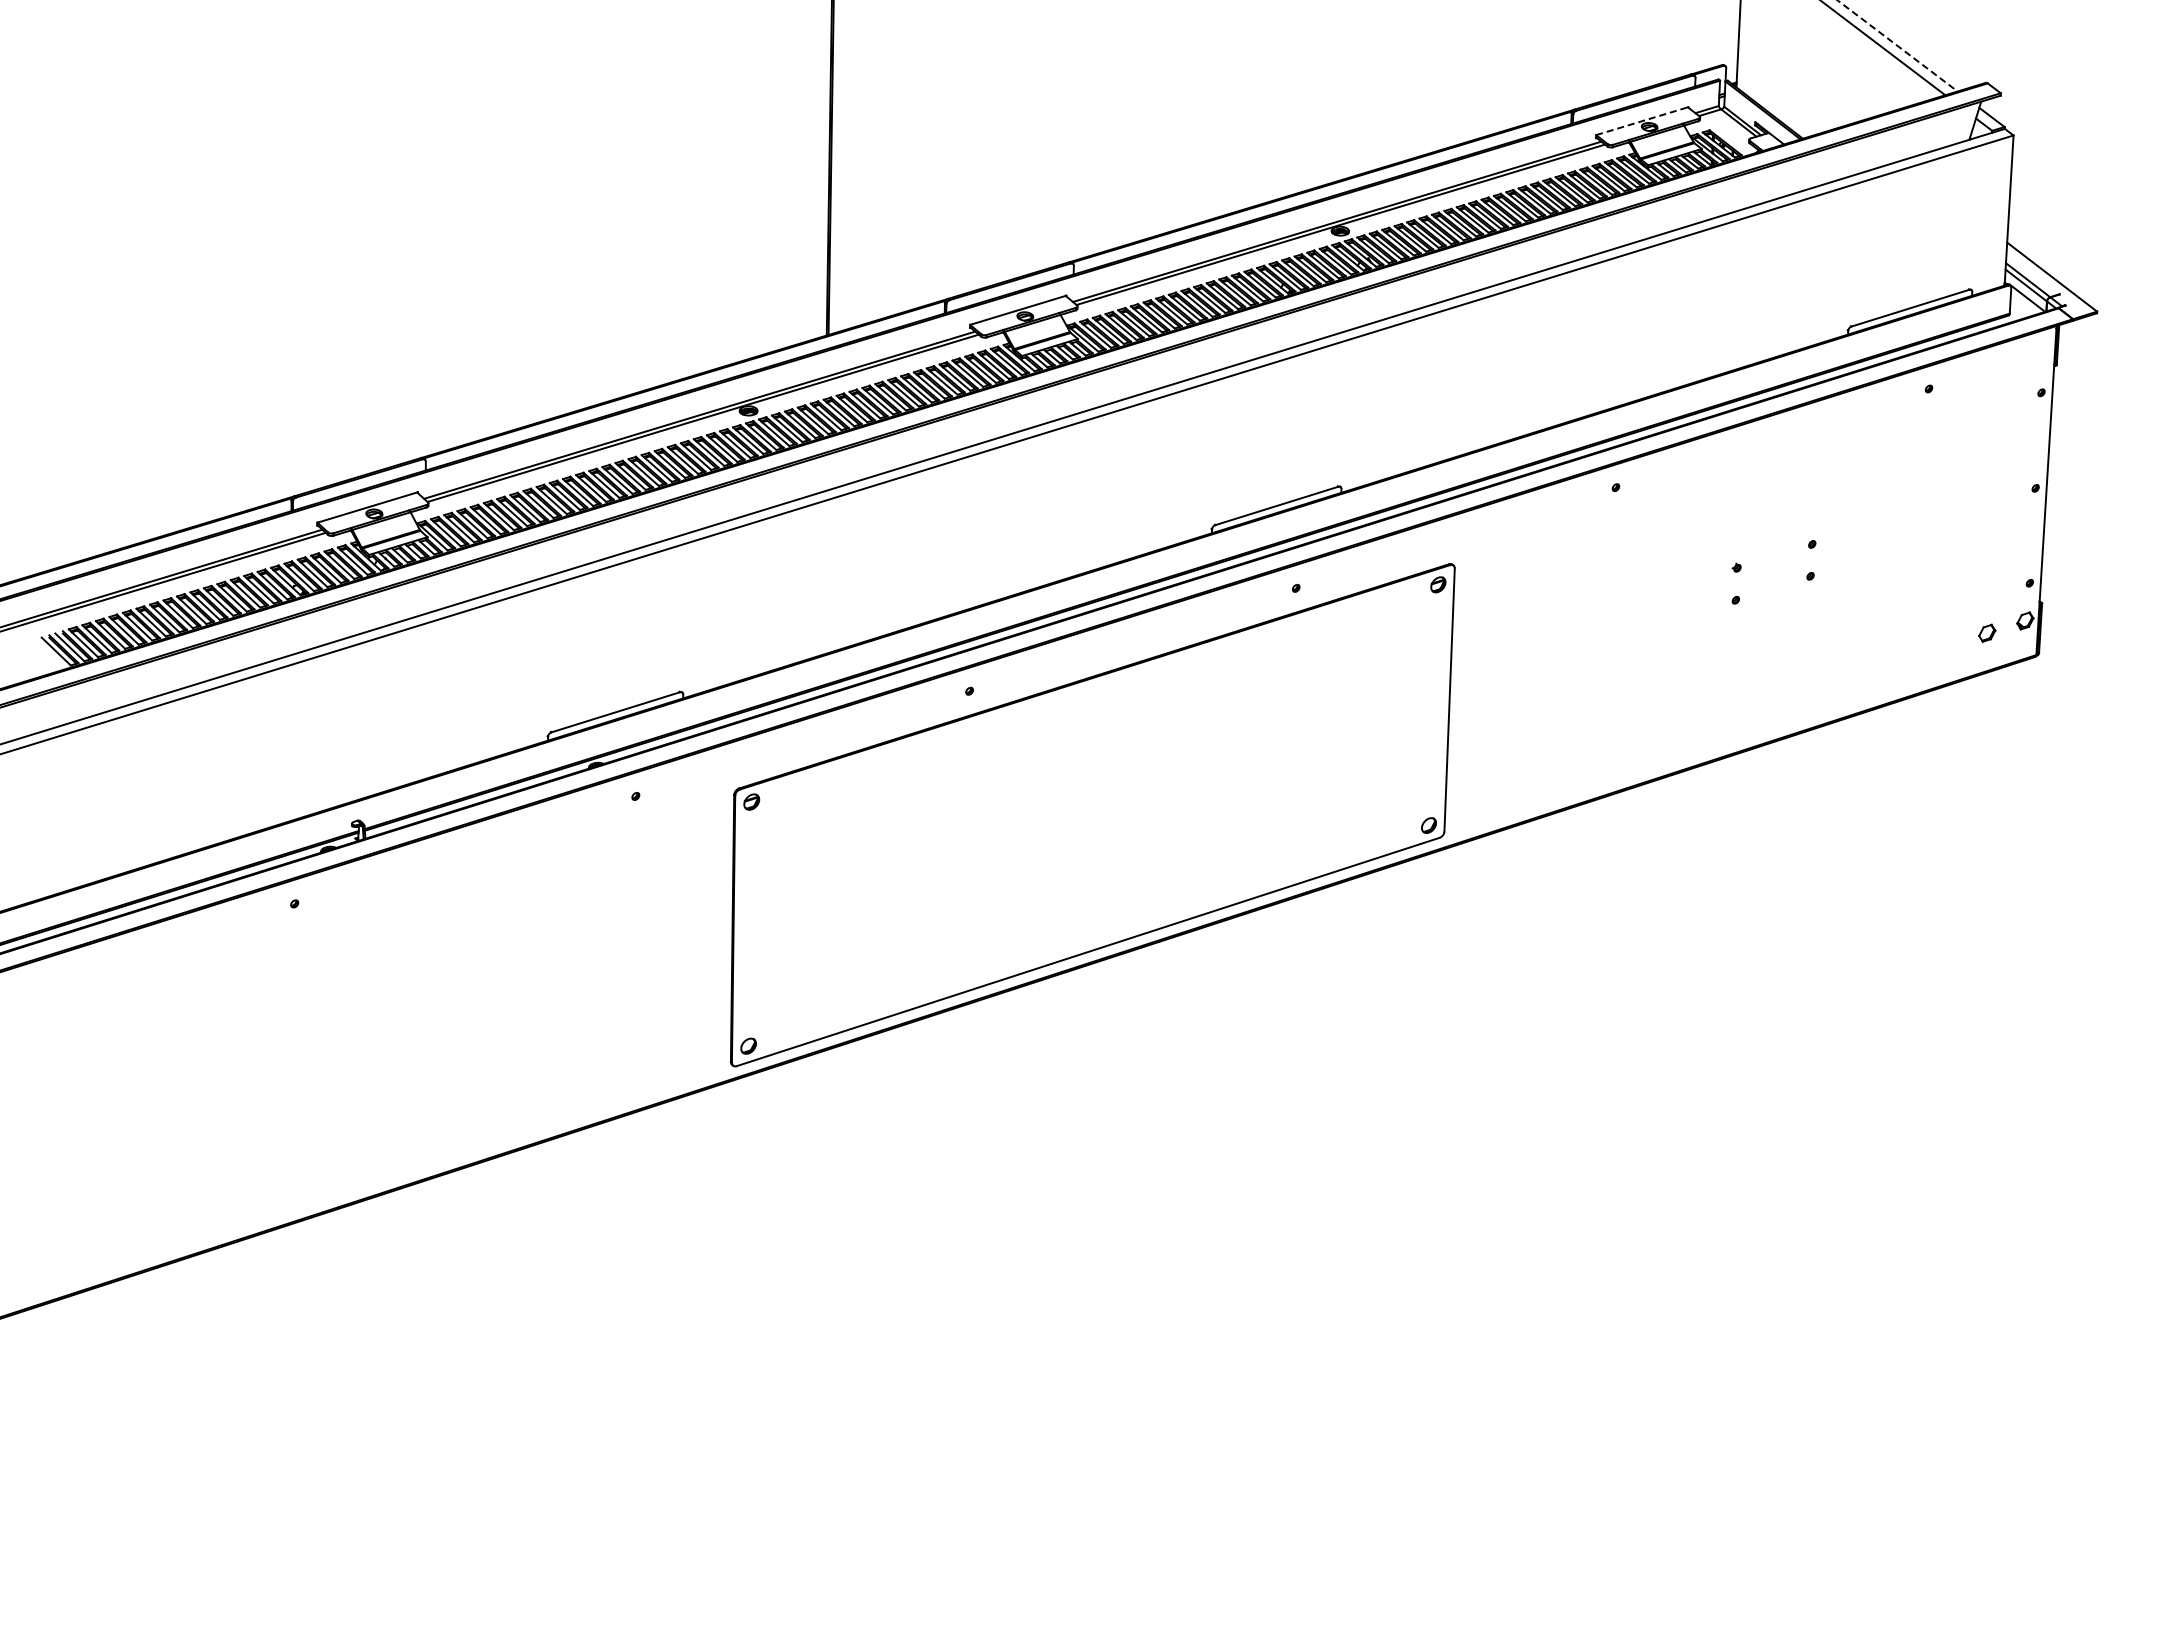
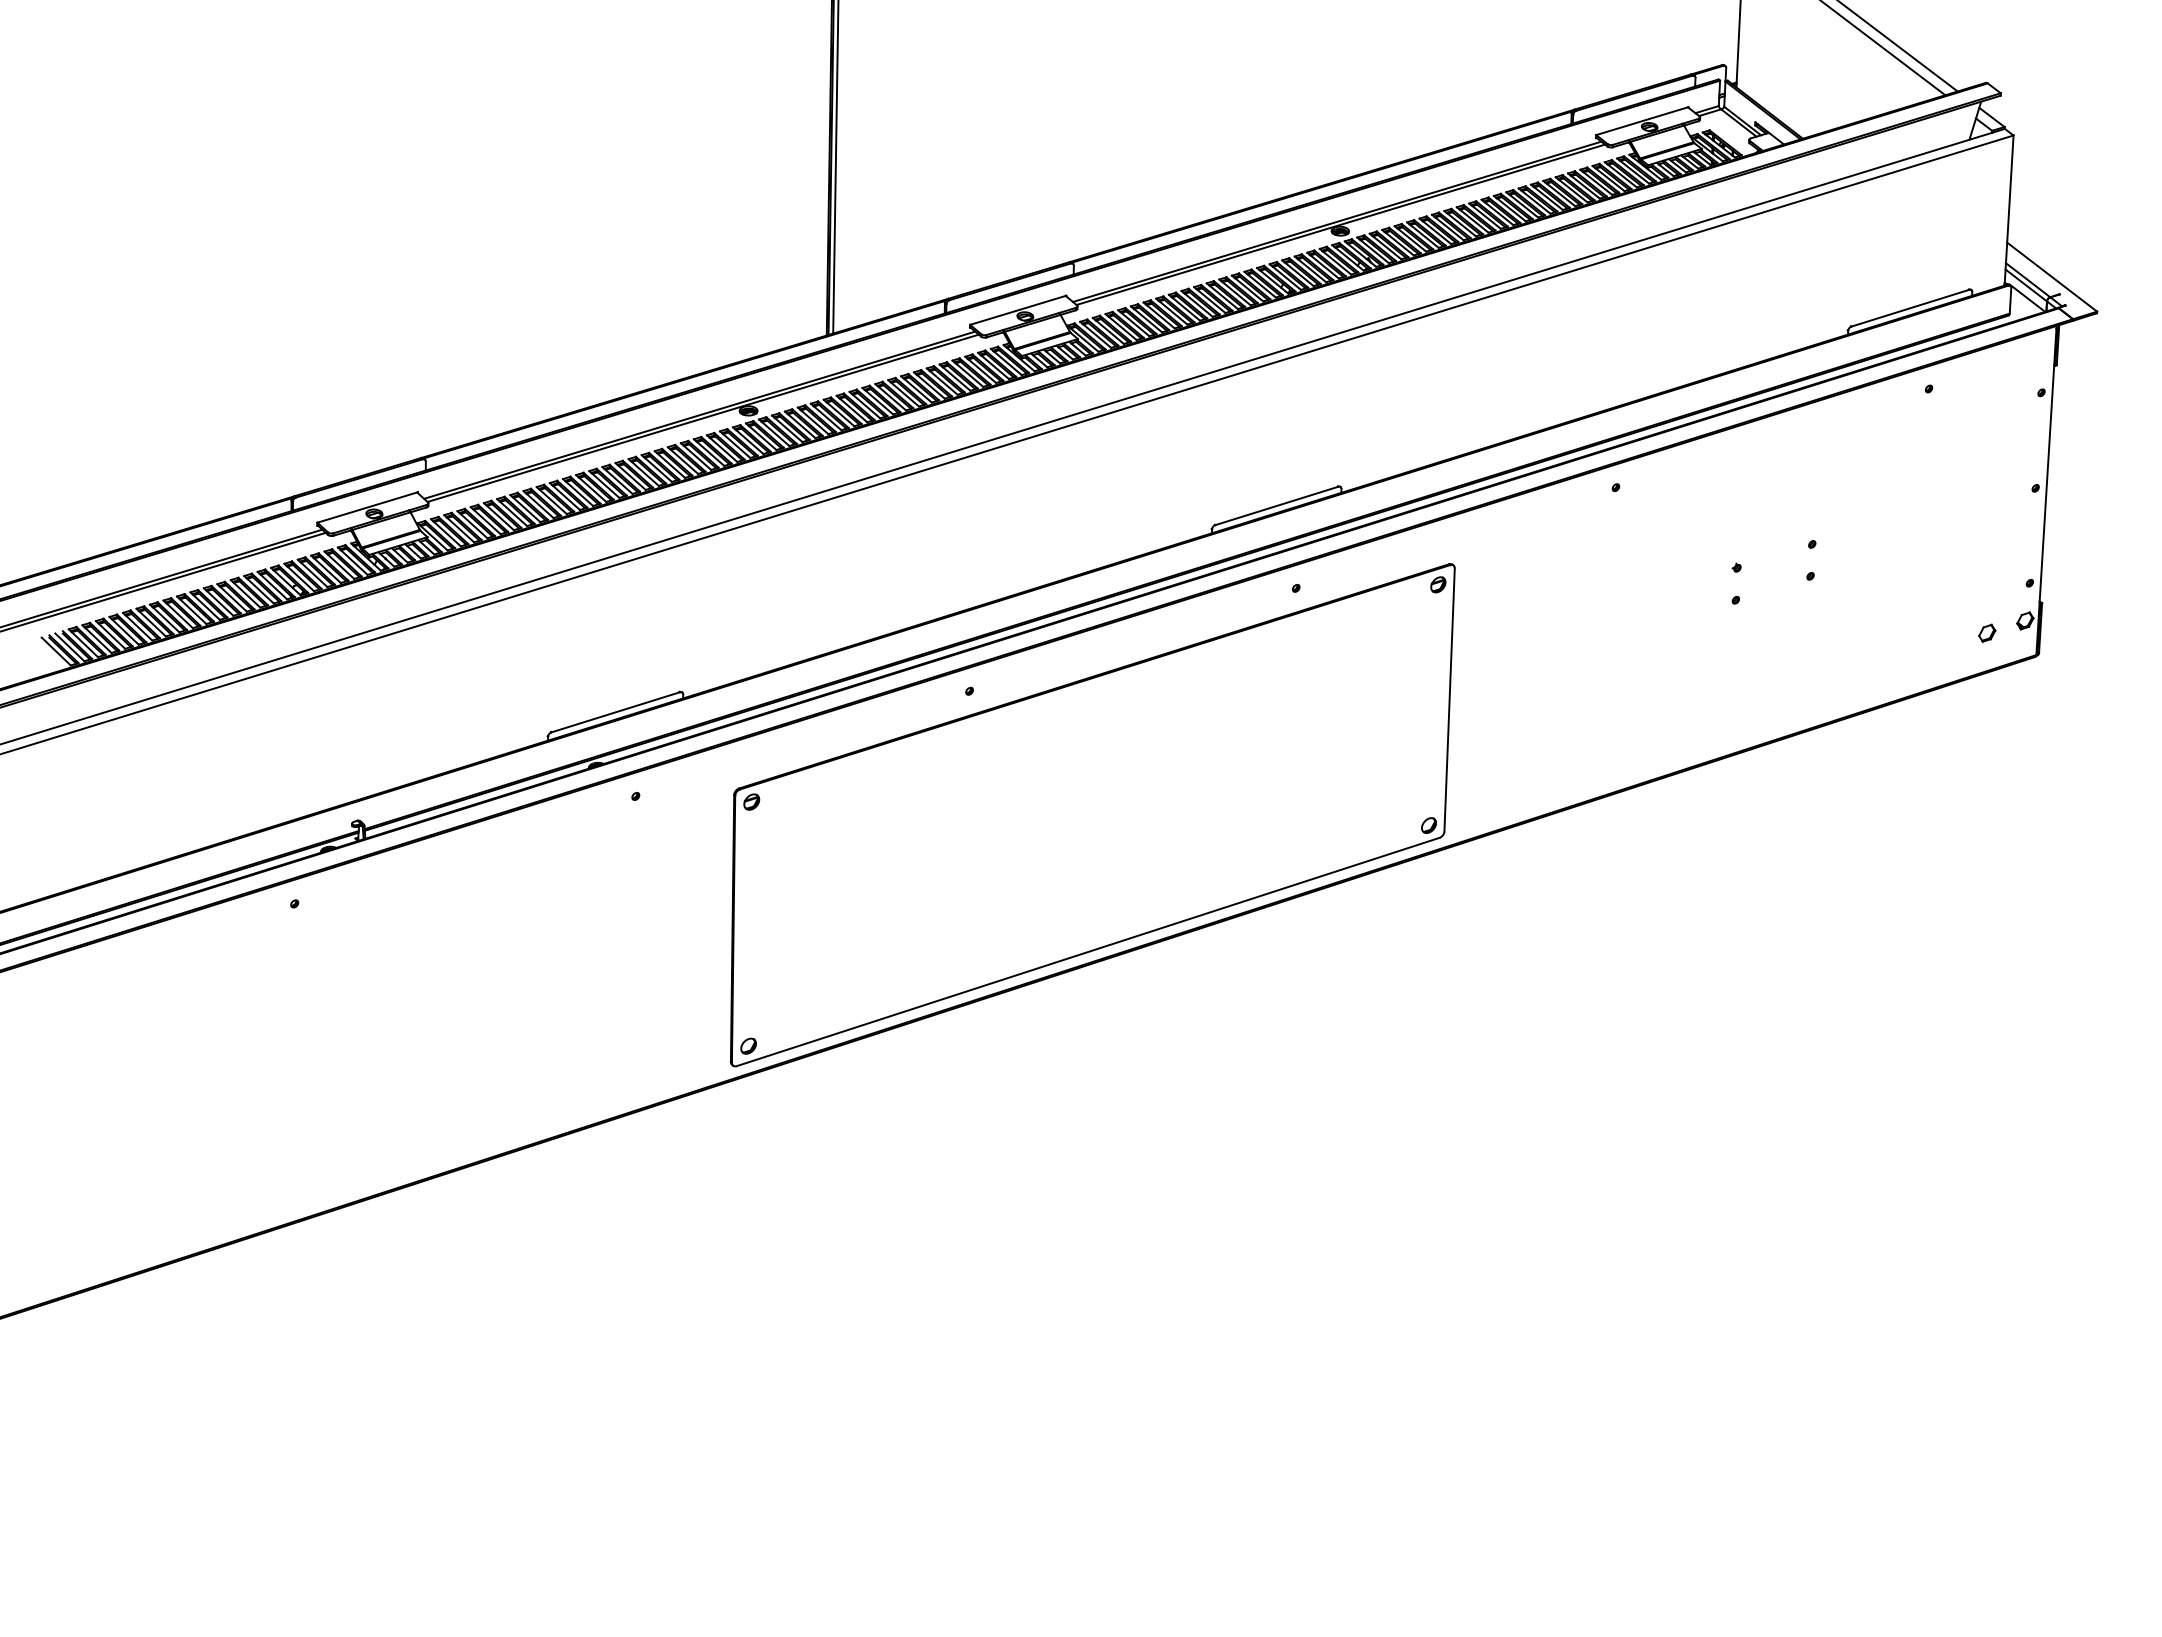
line at (1898, 46): dashed -> solid
line at (1642, 120): dashed -> solid
line at (835, 167): none -> present
